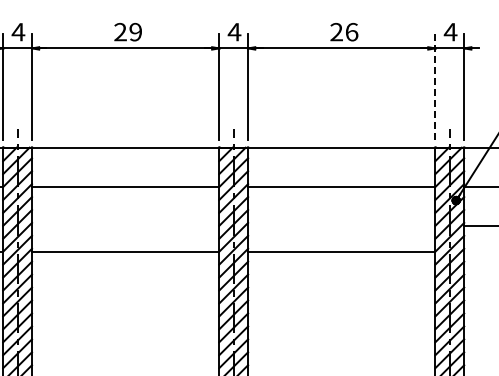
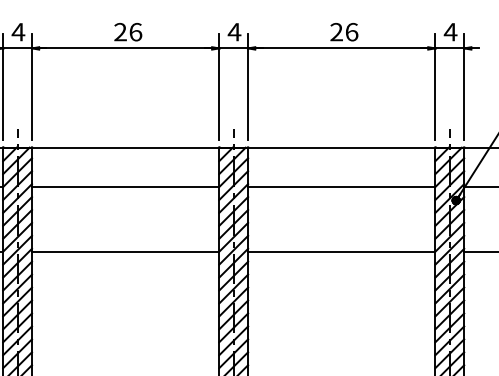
text at (135, 31): 29 -> 26
line at (435, 86): dashed -> solid
line at (479, 226) position: (479, 226) -> (479, 252)
